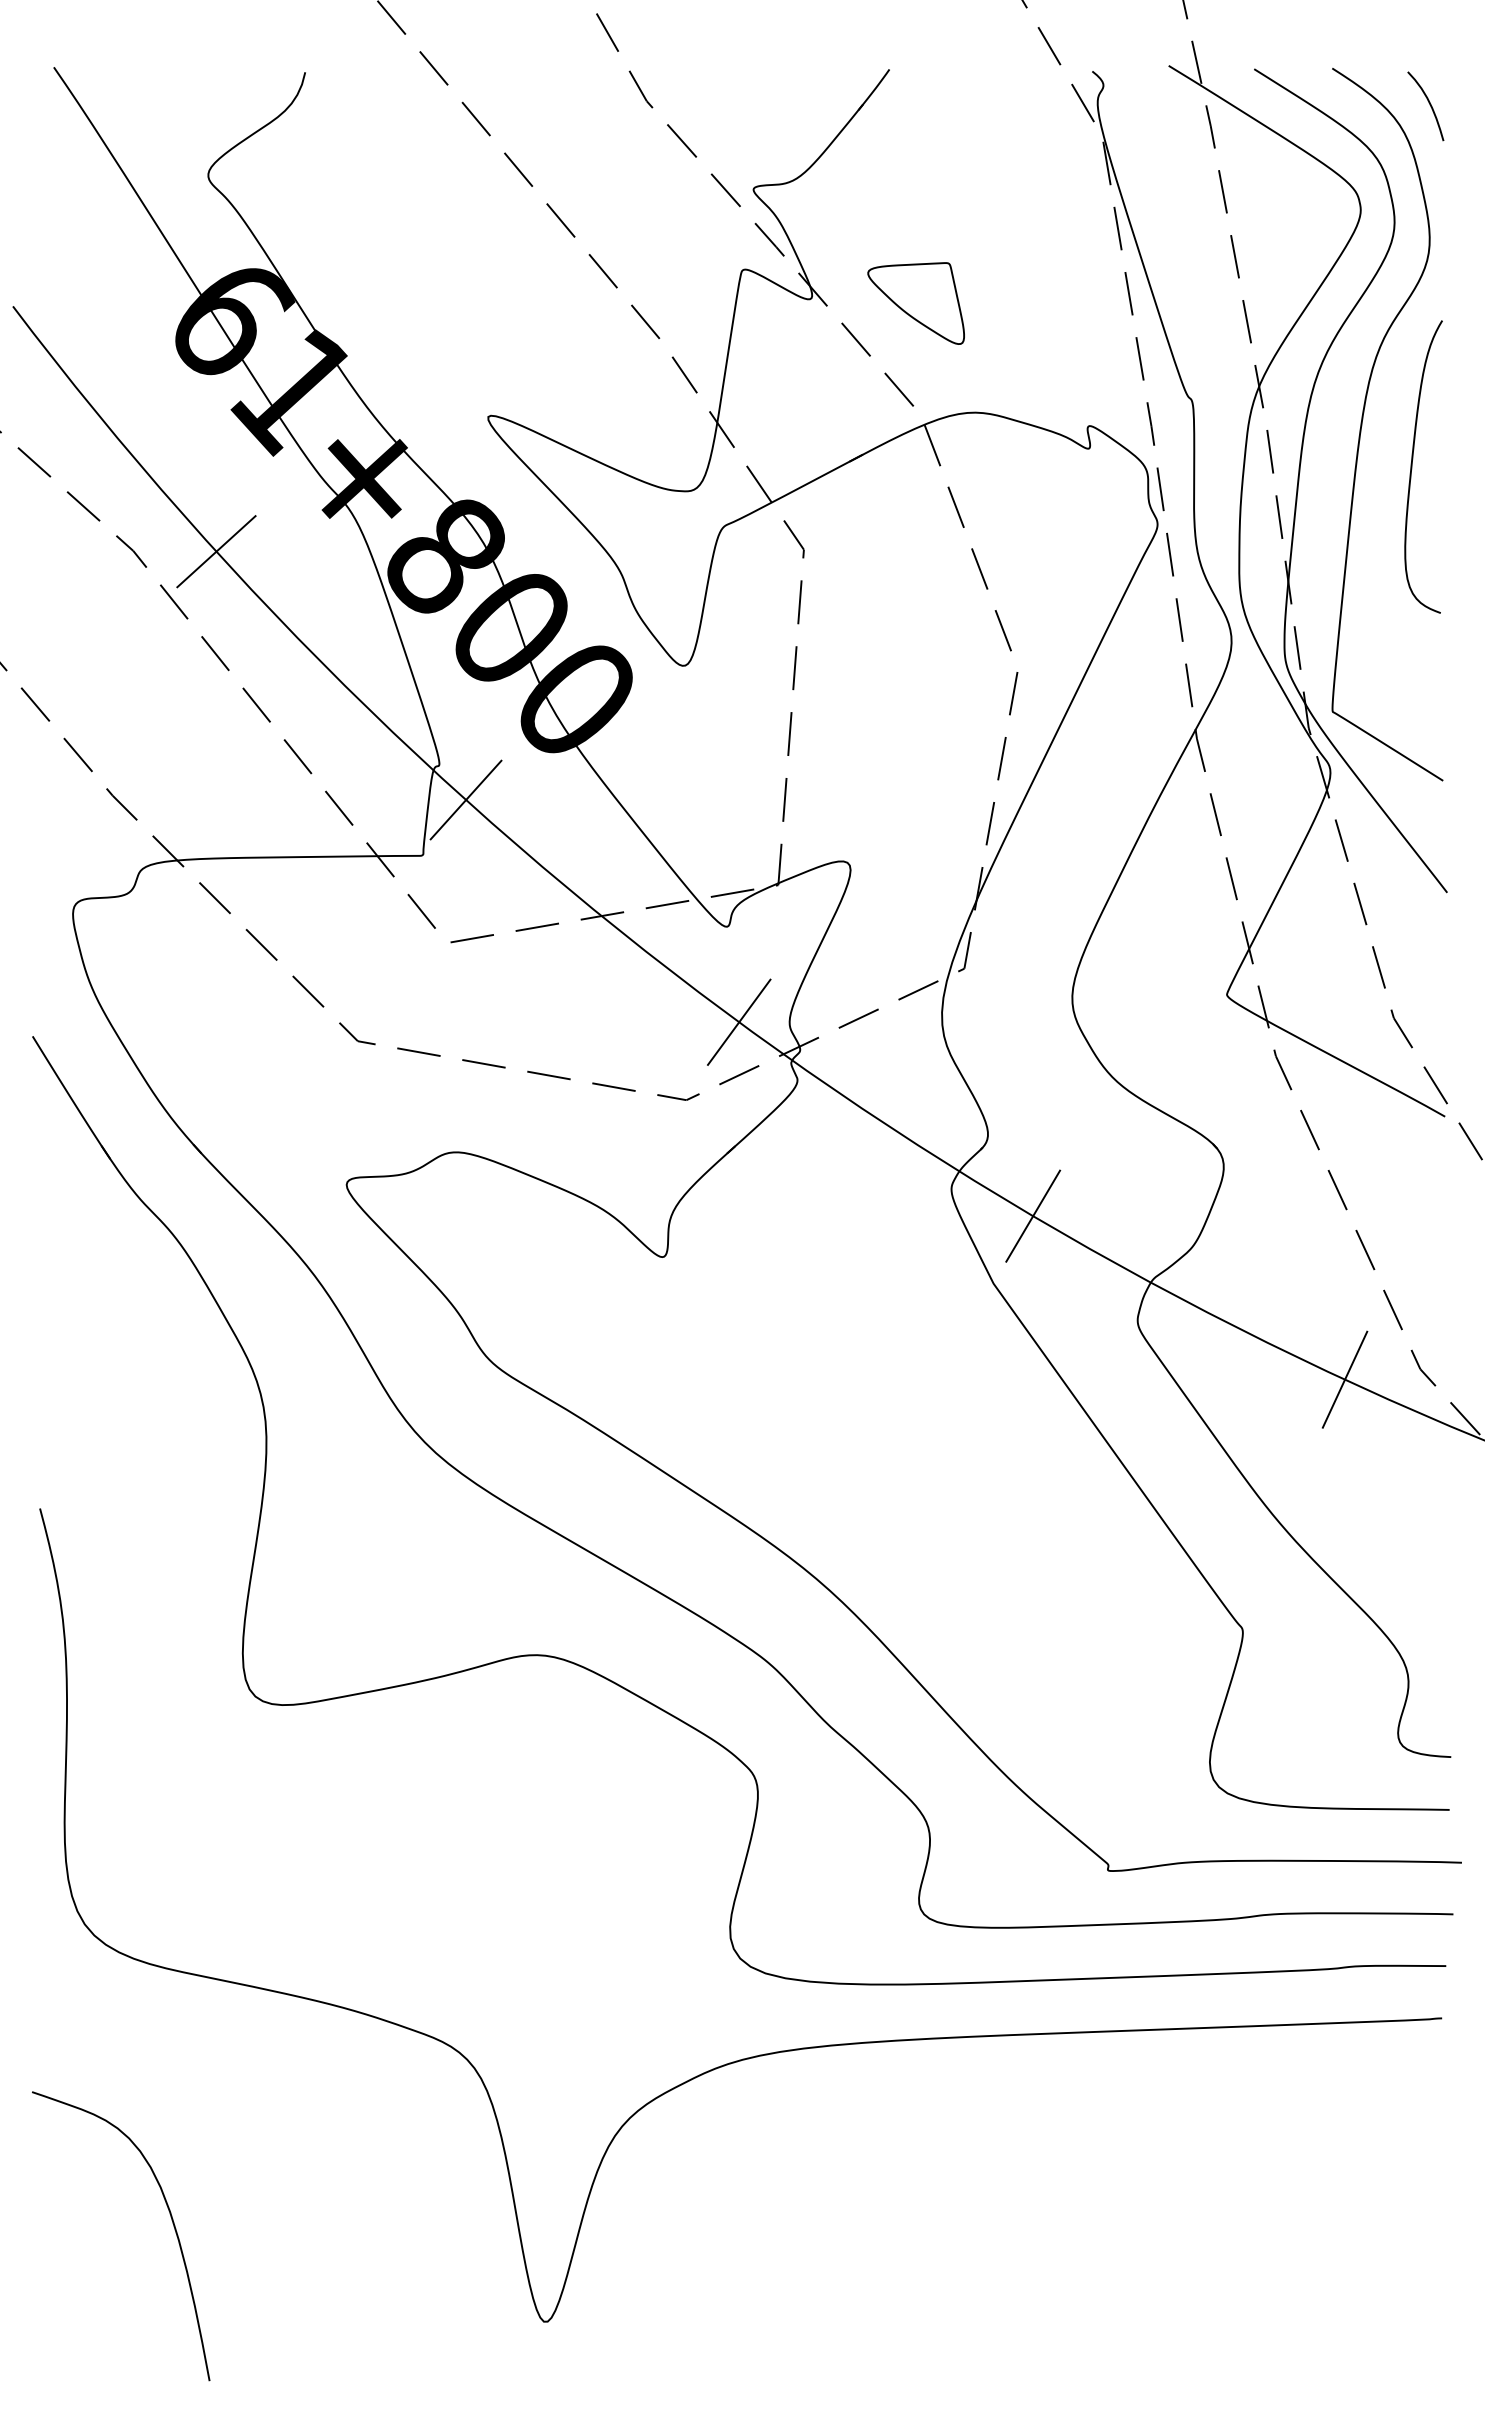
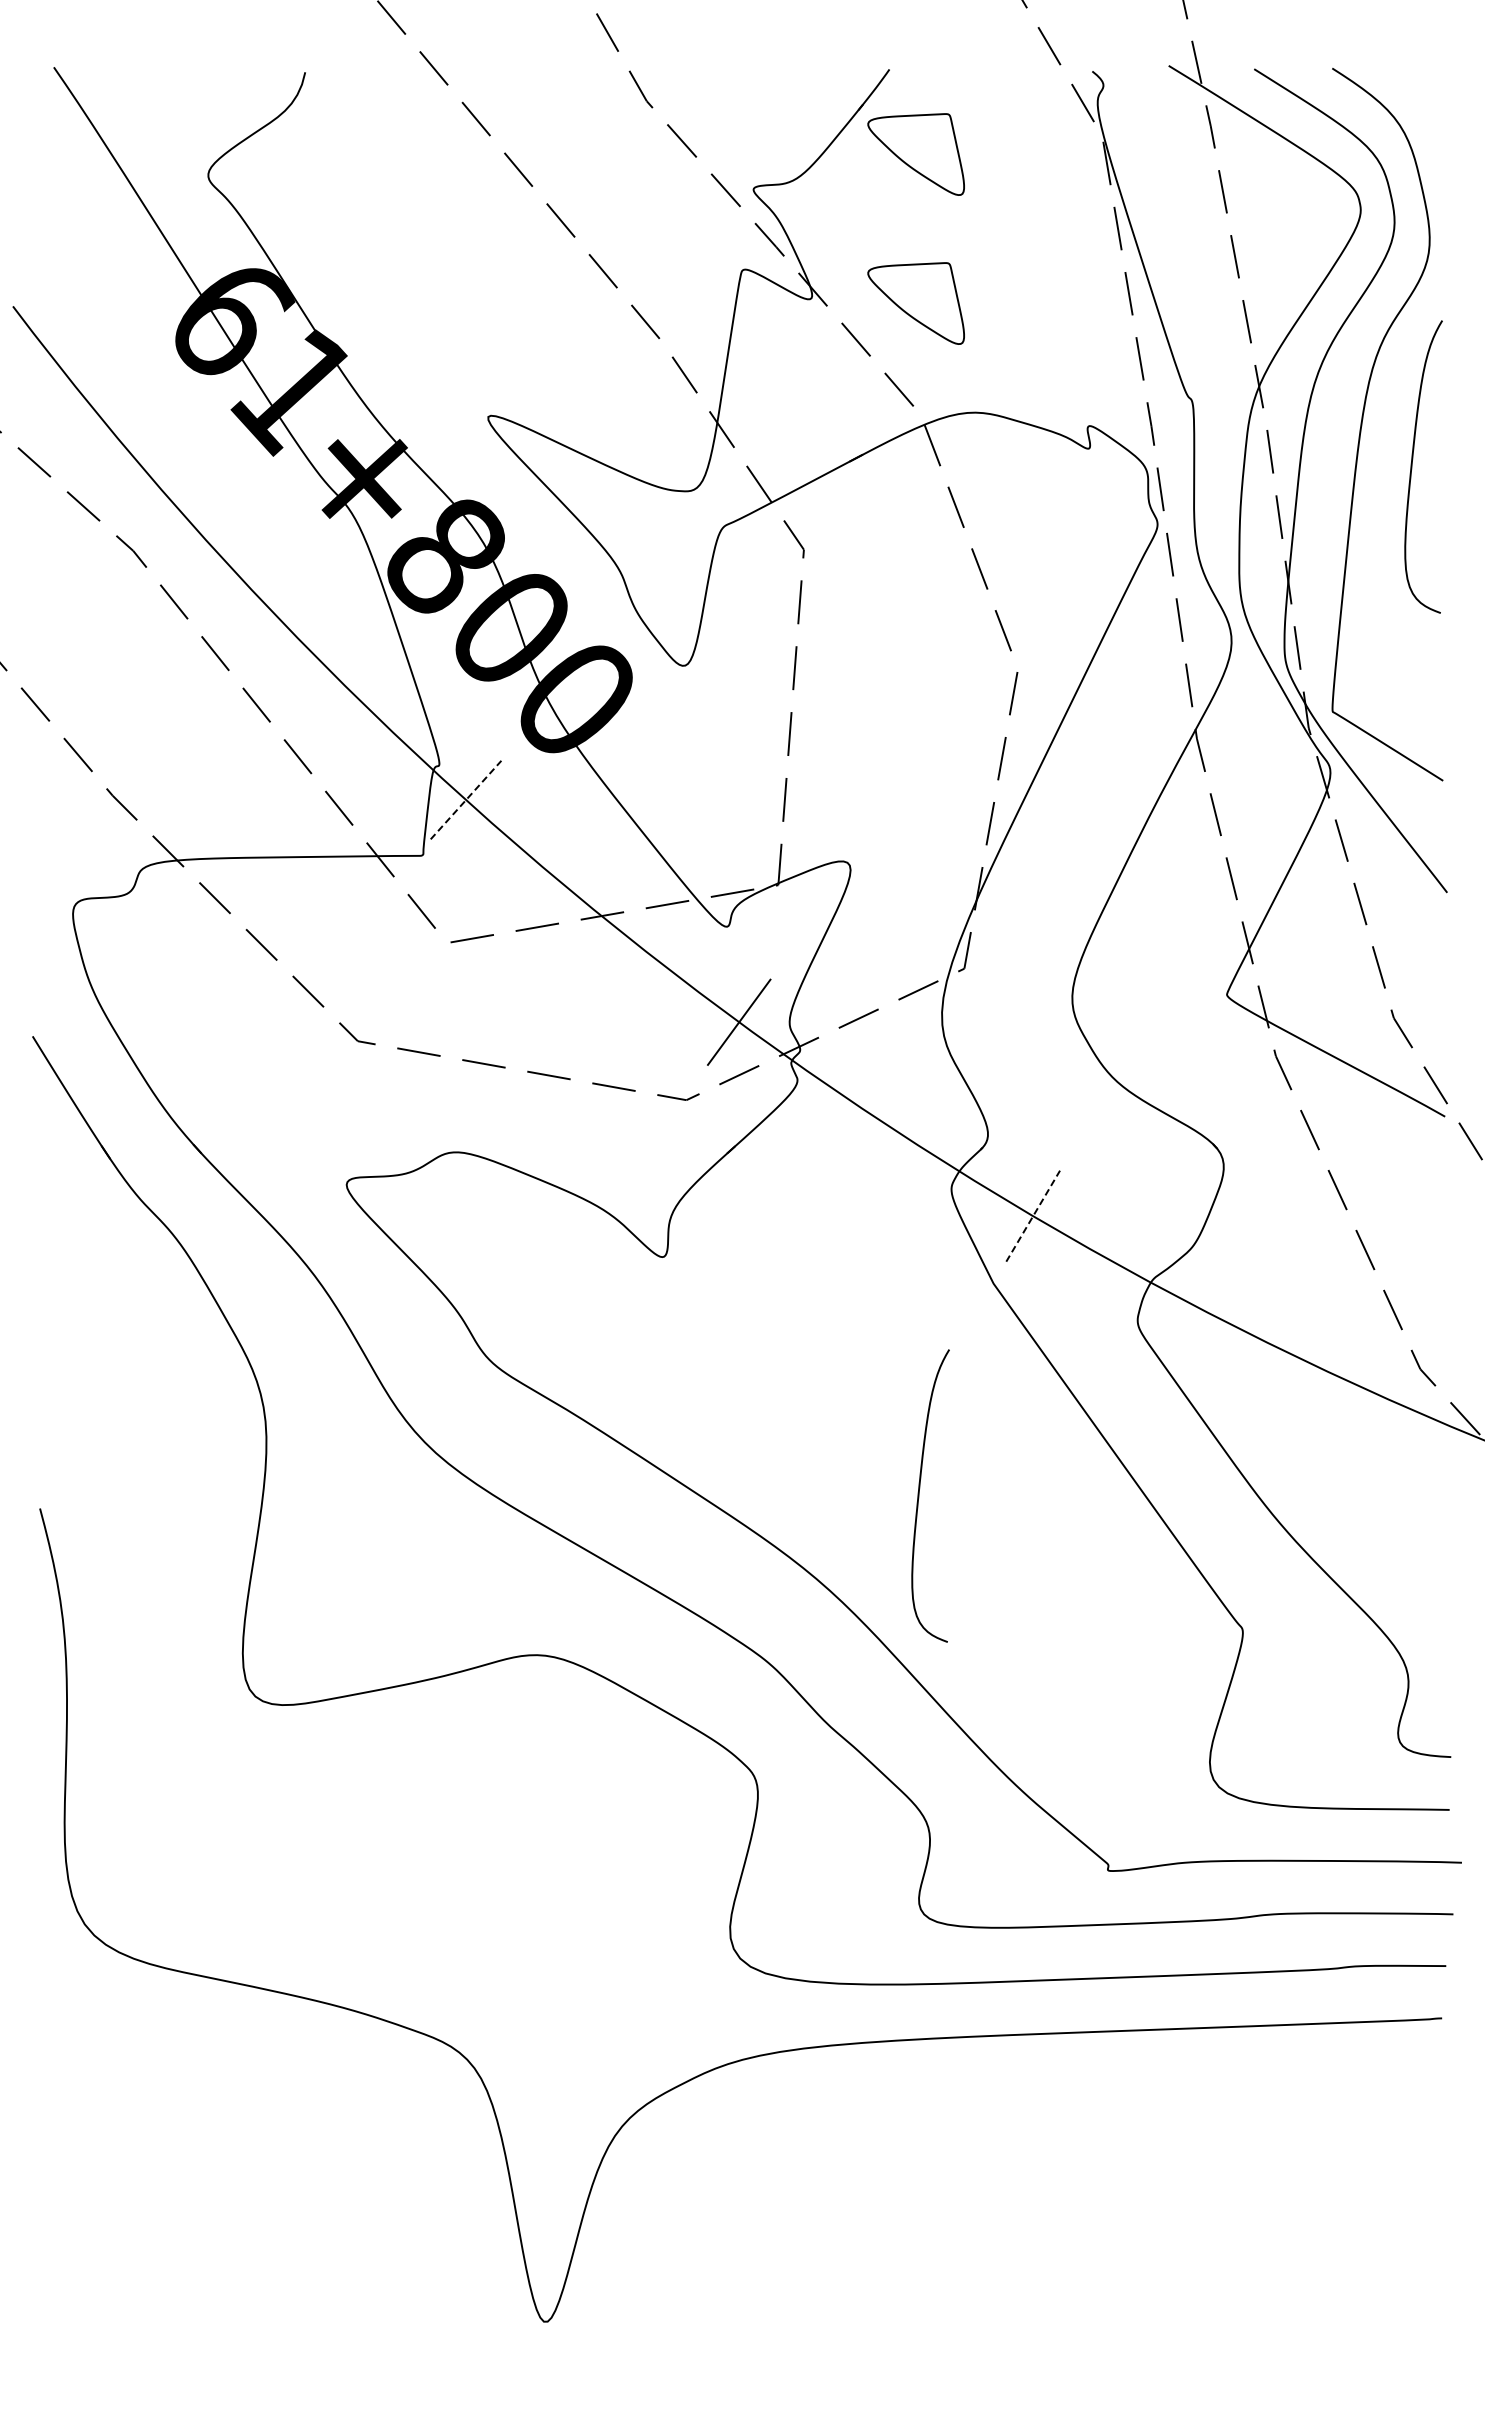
curve at (1429, 105): present -> none
part at (915, 154): none -> present
line at (216, 551): present -> none
line at (466, 800): solid -> dashed
line at (1033, 1216): solid -> dashed
line at (1344, 1379): present -> none
curve at (919, 1495): none -> present
curve at (171, 2220): present -> none
